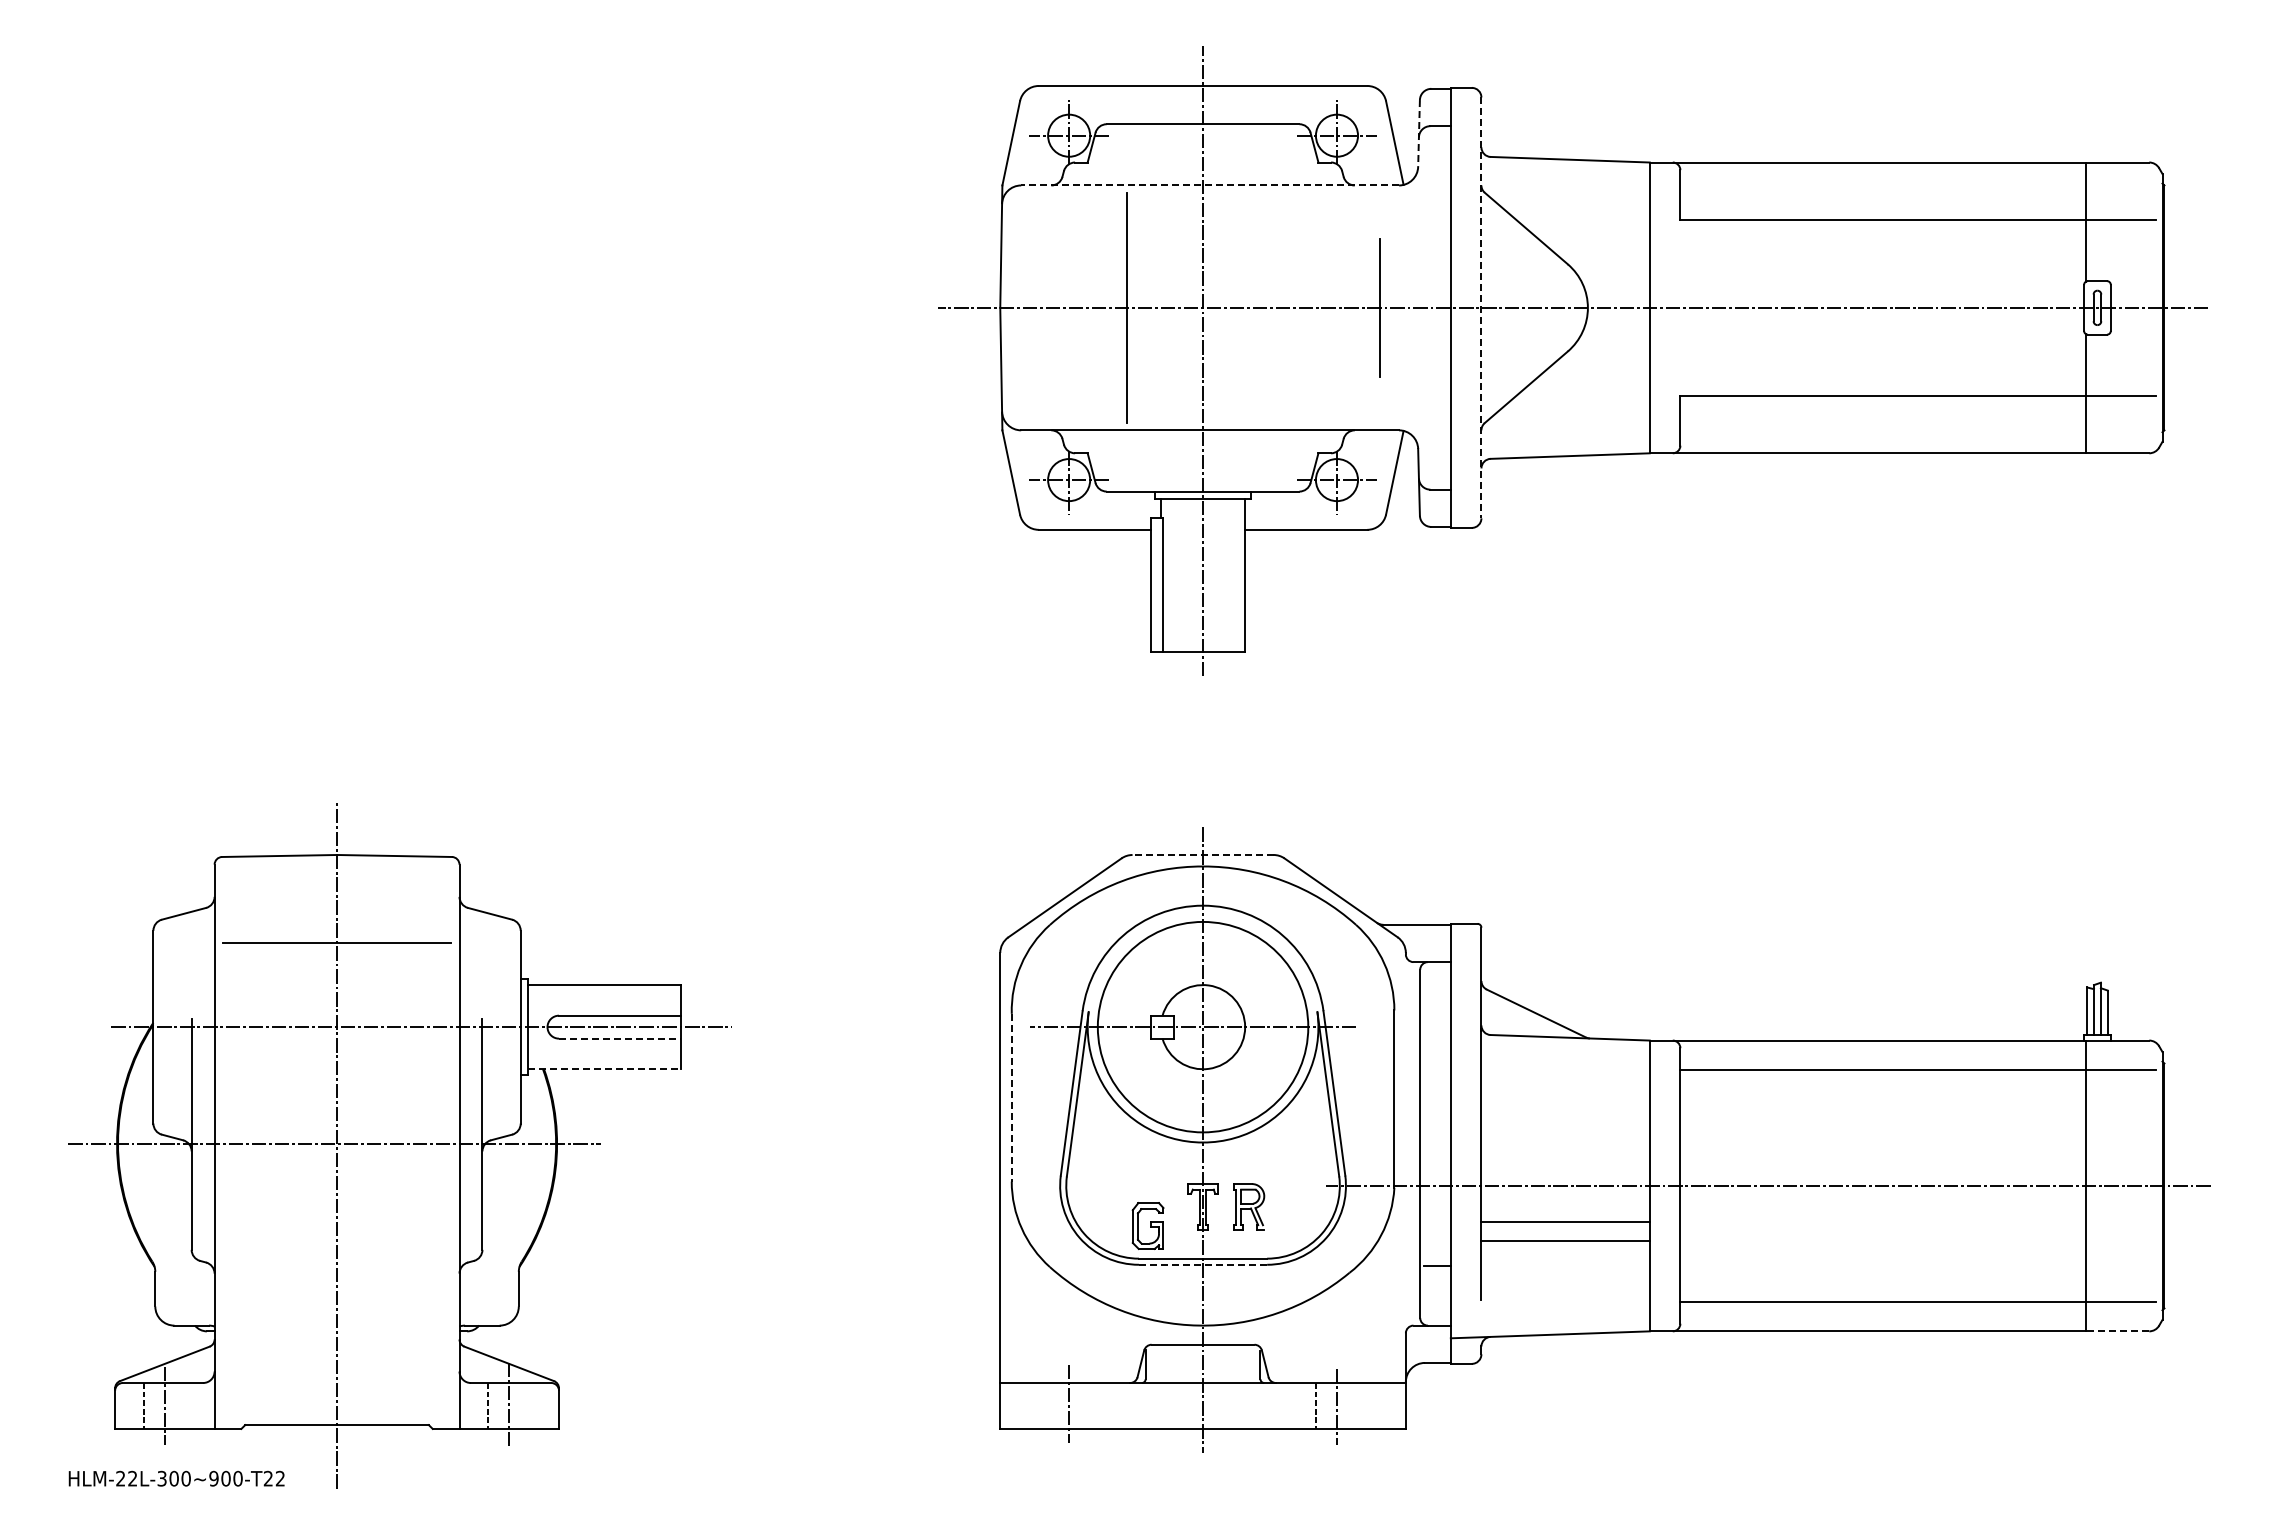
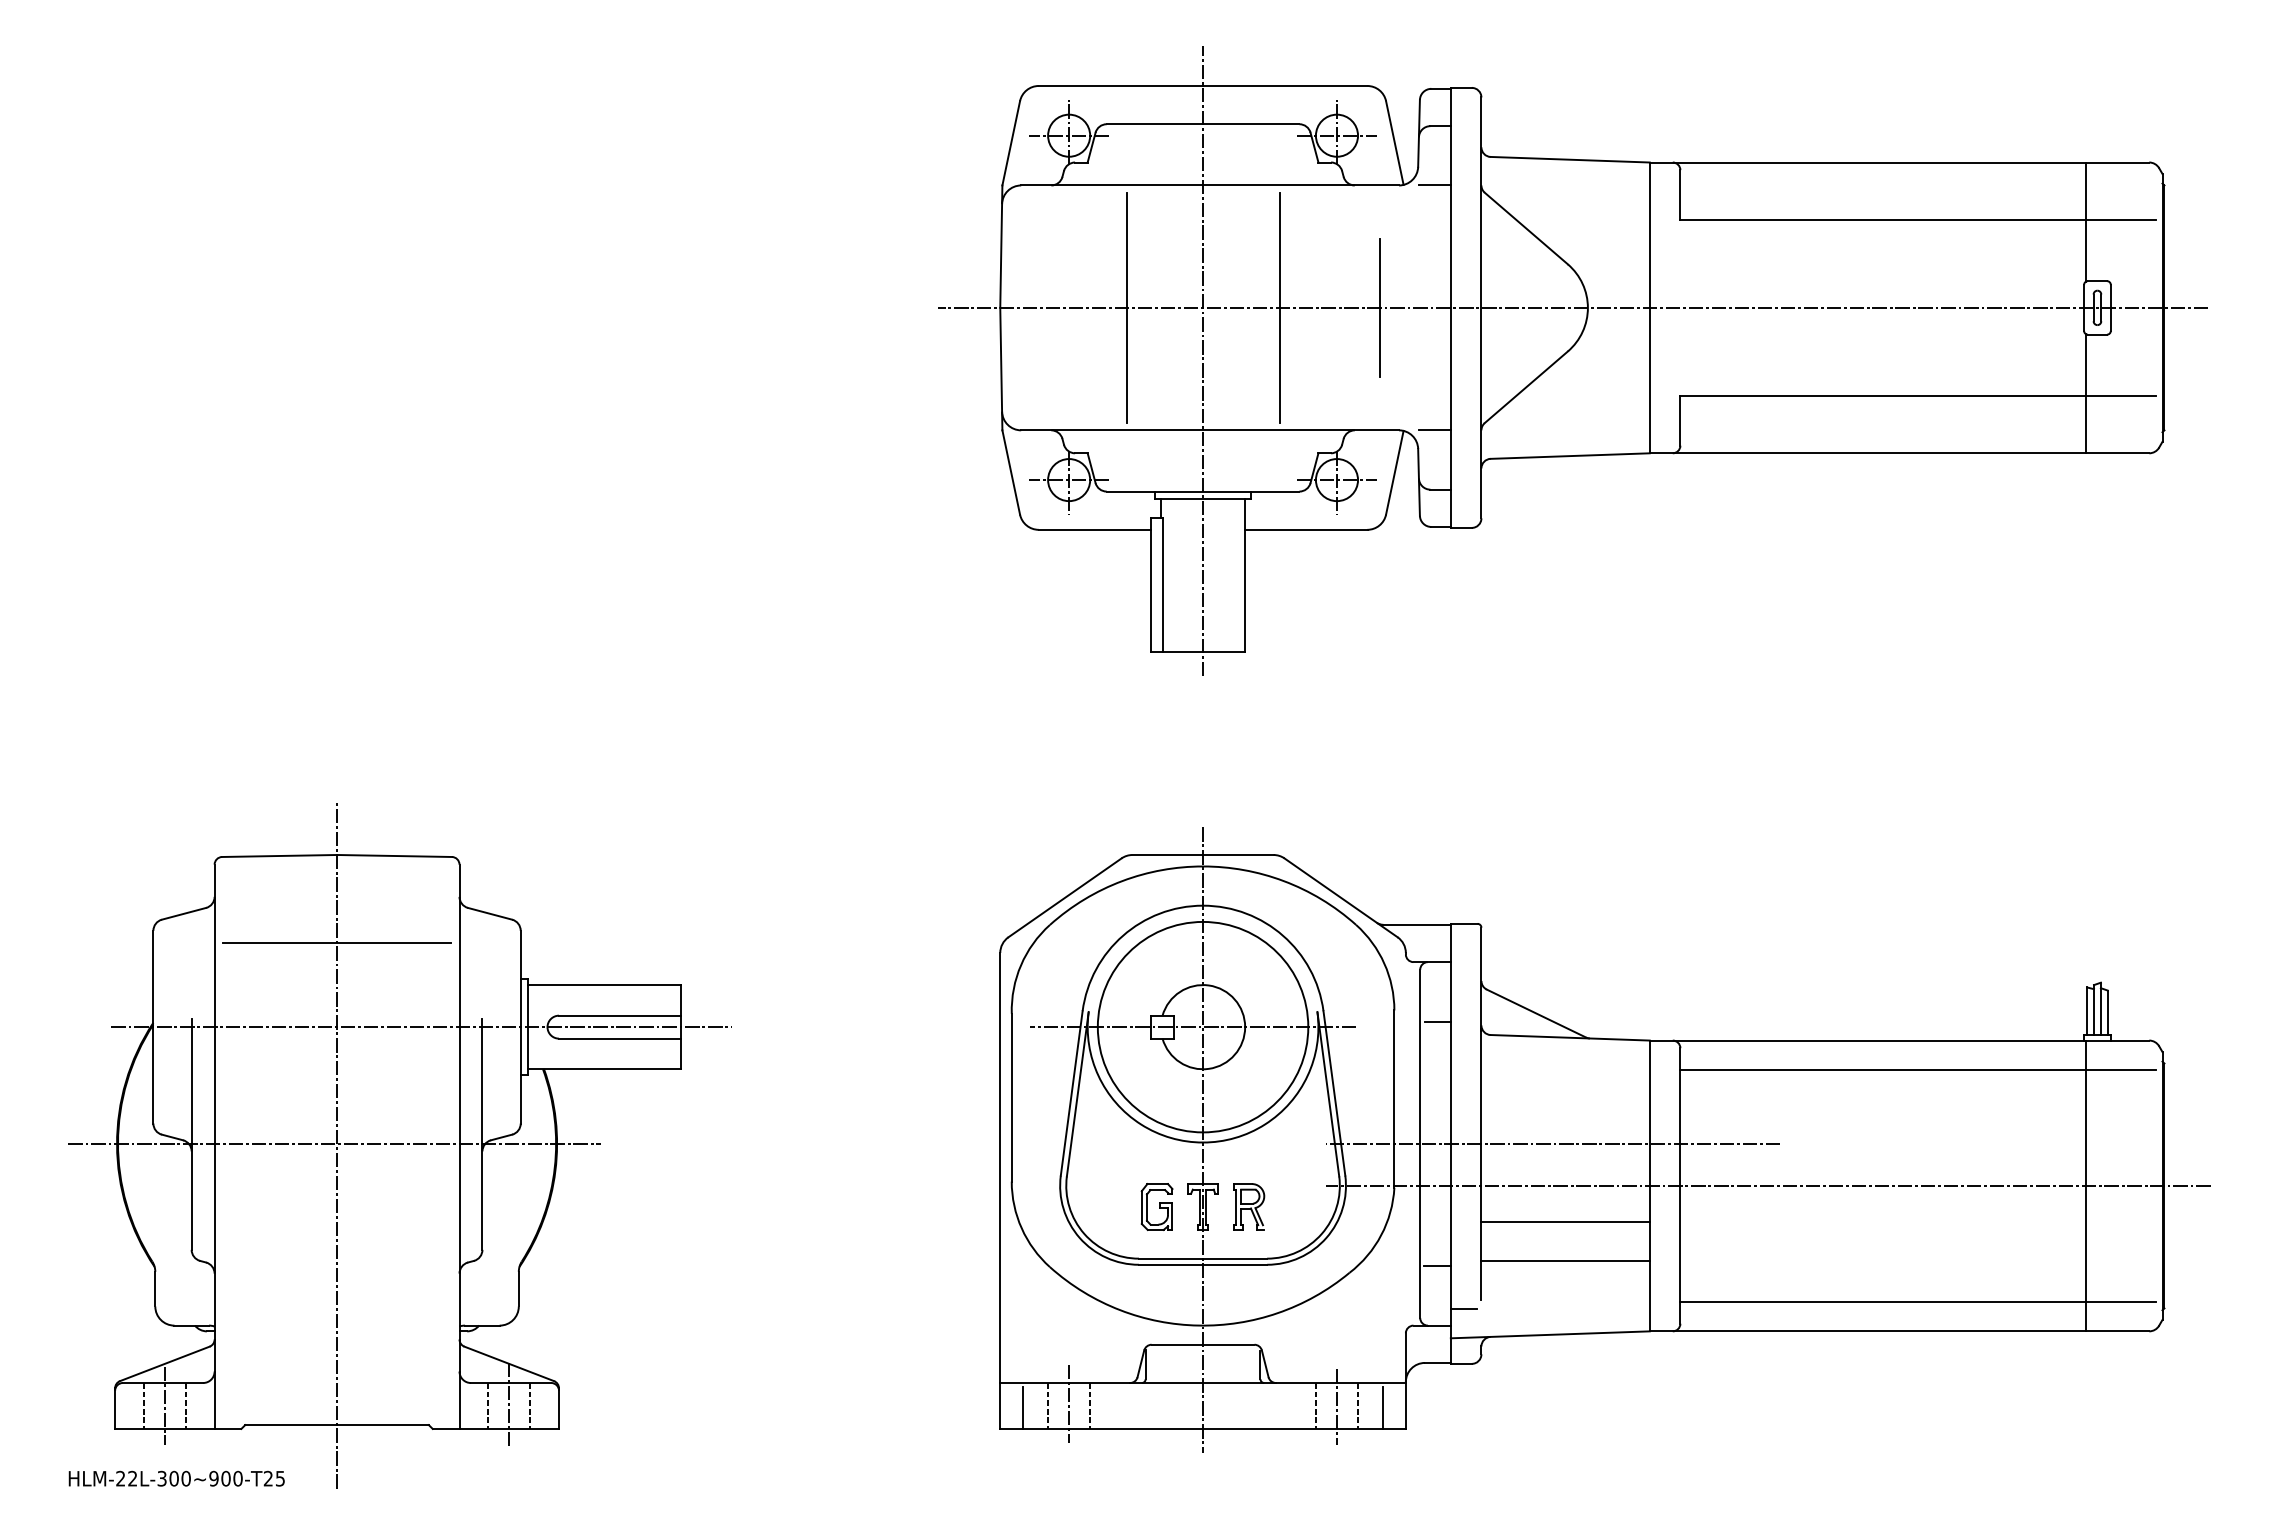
line at (1419, 133): dashed -> solid
line at (1210, 185): dashed -> solid
line at (1434, 185): none -> present
line at (1279, 307): none -> present
line at (1481, 308): dashed -> solid
line at (1434, 430): none -> present
line at (1203, 854): dashed -> solid
line at (1437, 1021): none -> present
line at (620, 1038): dashed -> solid
line at (604, 1069): dashed -> solid
line at (1011, 1097): dashed -> solid
line at (1552, 1143): none -> present
part at (1147, 1225) position: (1147, 1225) -> (1156, 1206)
line at (1565, 1240) position: (1565, 1240) -> (1565, 1260)
line at (1203, 1264): dashed -> solid
line at (1463, 1308): none -> present
line at (2117, 1331): dashed -> solid
line at (185, 1405): none -> present
line at (530, 1405): none -> present
line at (1048, 1405): none -> present
line at (1090, 1405): none -> present
line at (1358, 1405): none -> present
line at (1023, 1407): none -> present
line at (1382, 1407): none -> present
text at (280, 1478): HLM-22L-300~900-T22 -> HLM-22L-300~900-T25
